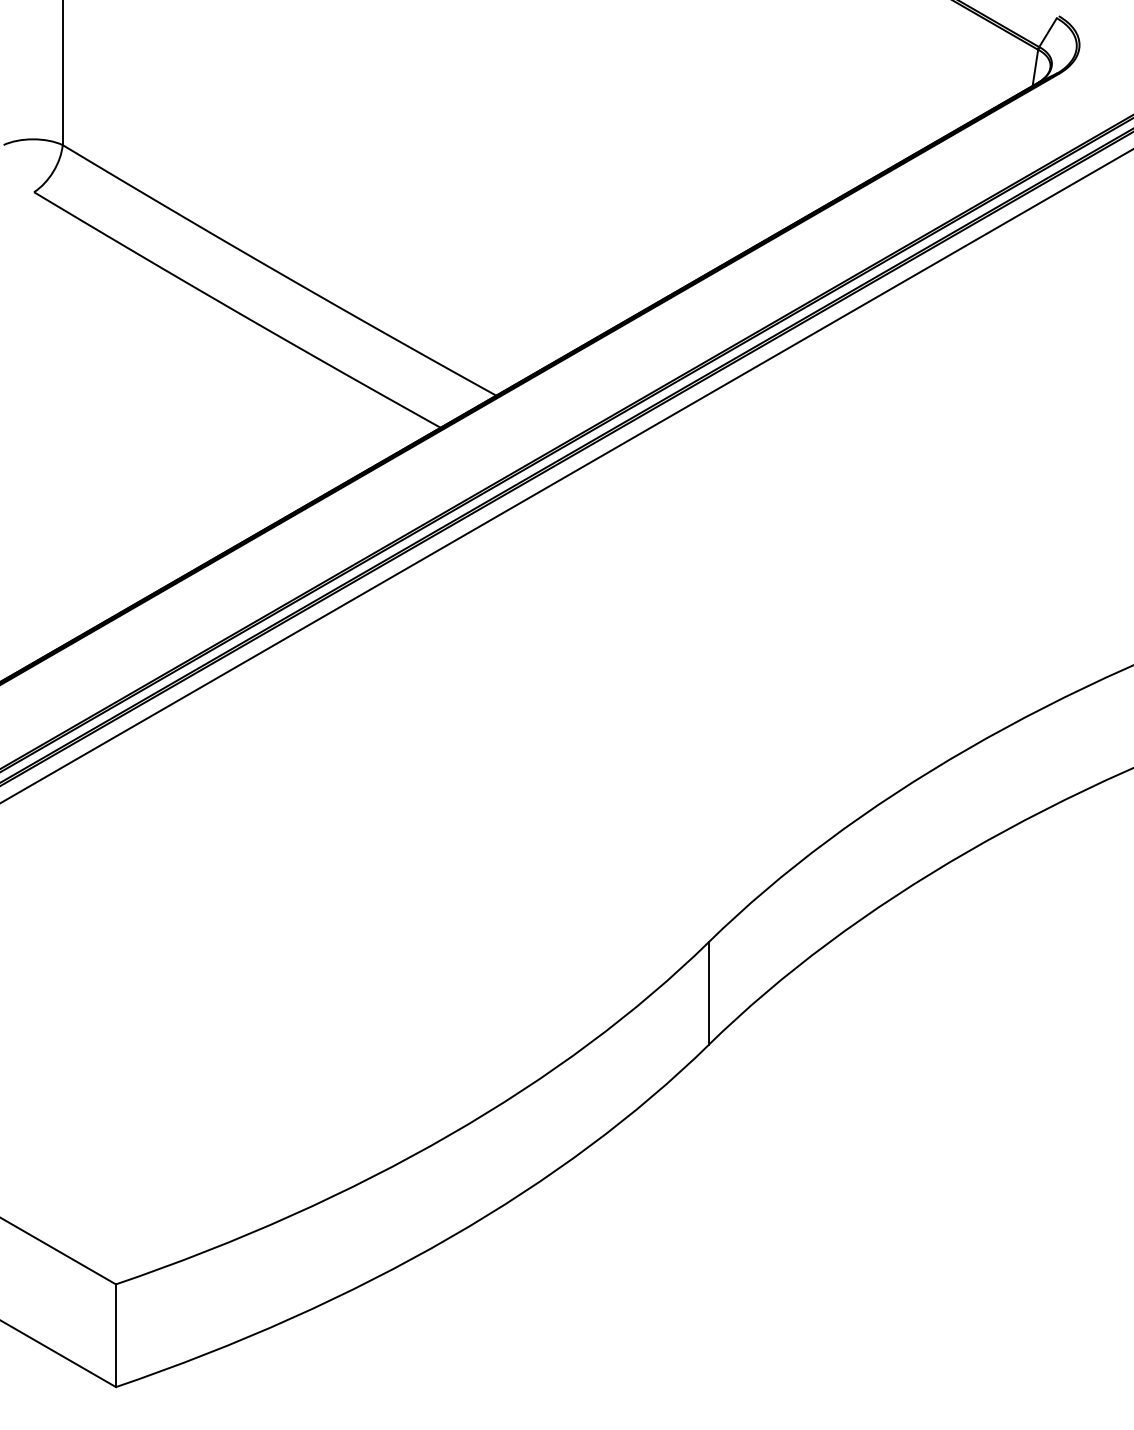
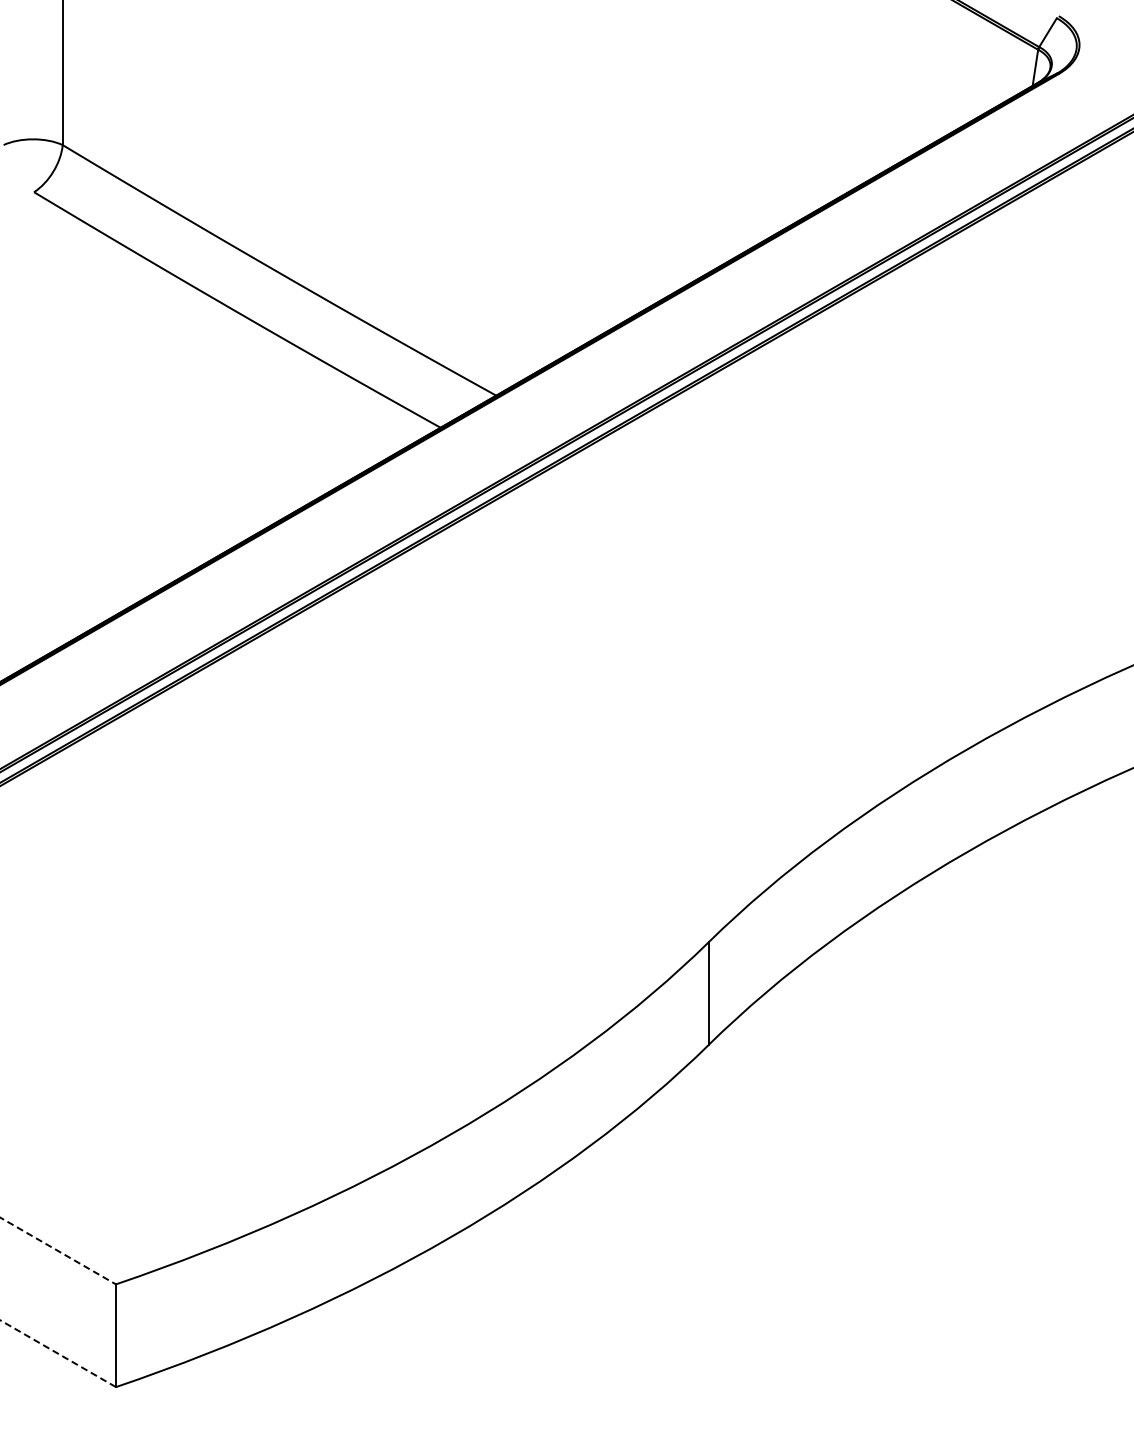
line at (566, 476): present -> none
line at (58, 1251): solid -> dashed
line at (57, 1353): solid -> dashed
